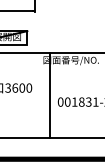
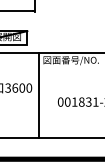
line at (49, 95) position: (49, 95) -> (38, 95)
